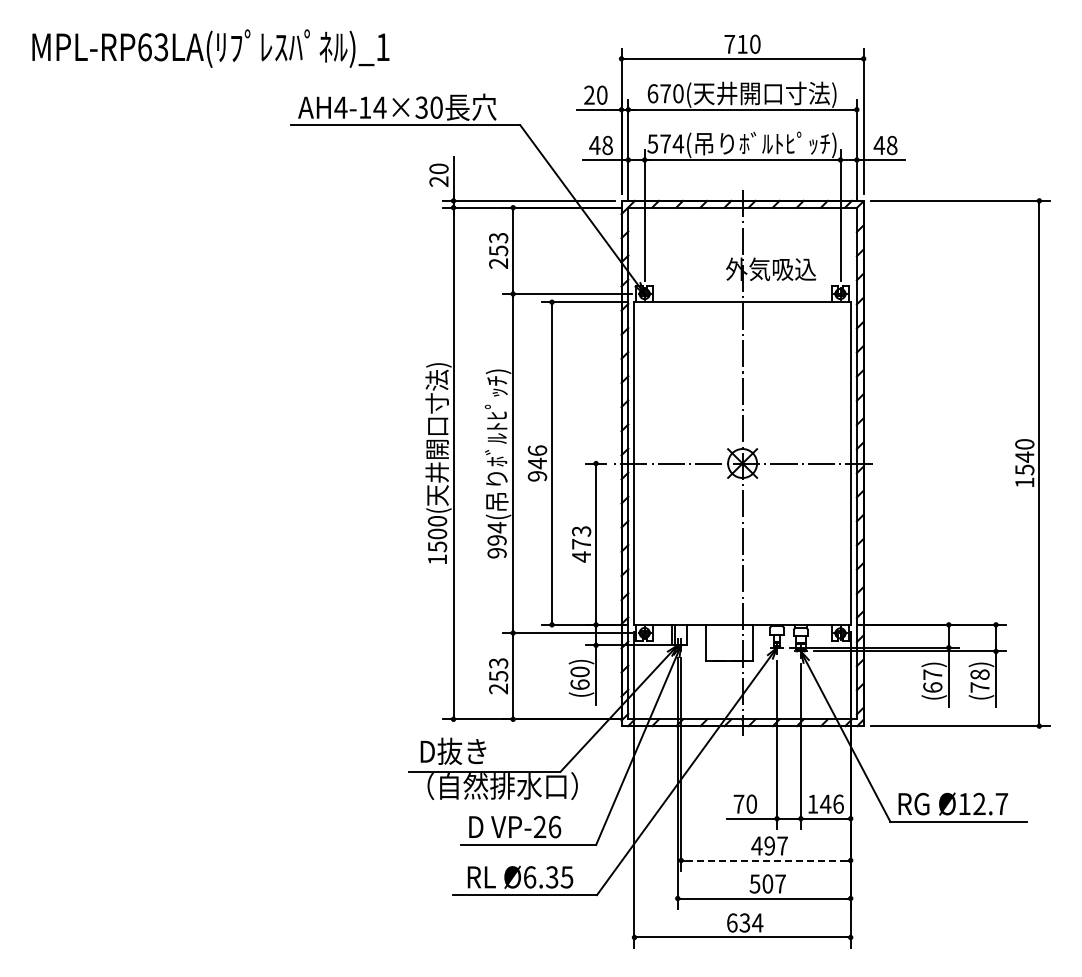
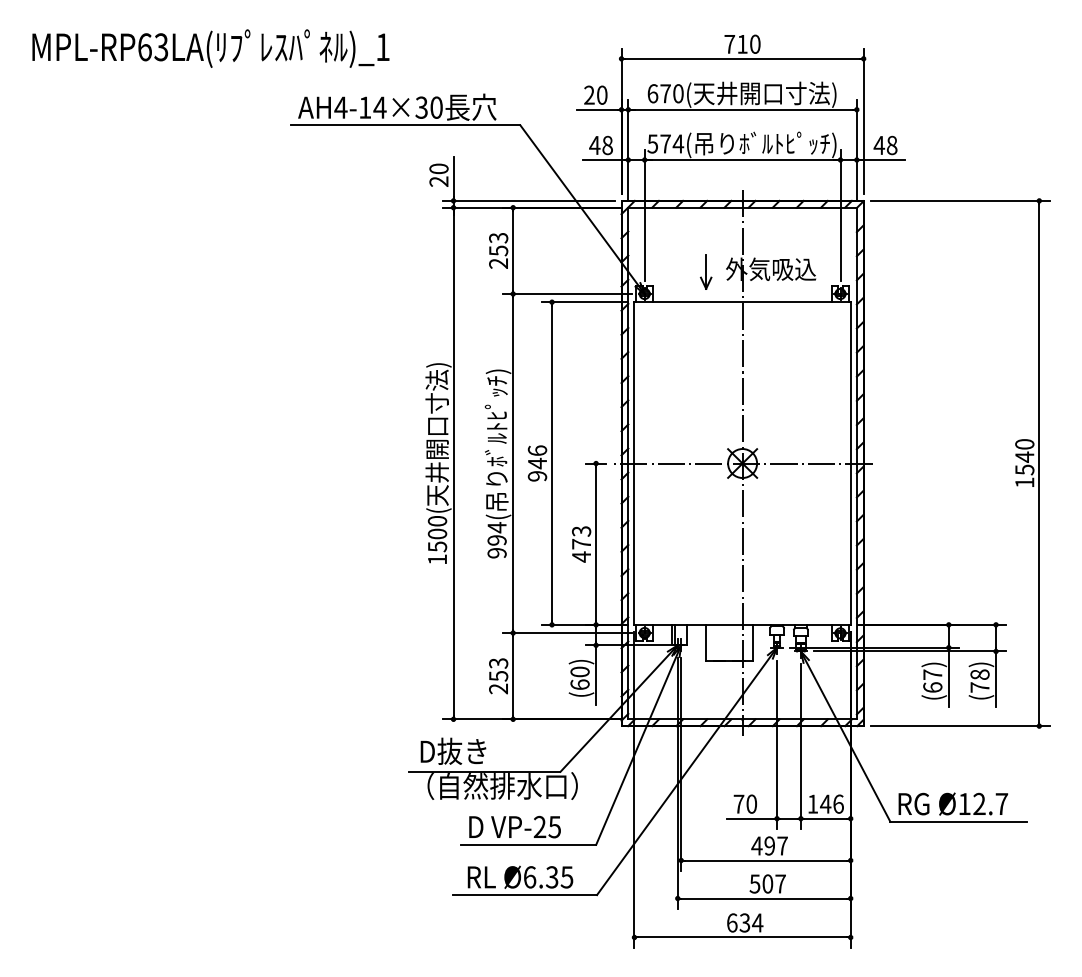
part at (706, 271): none -> present
text at (554, 826): VP-26 -> VP-25
line at (765, 860): dashed -> solid
